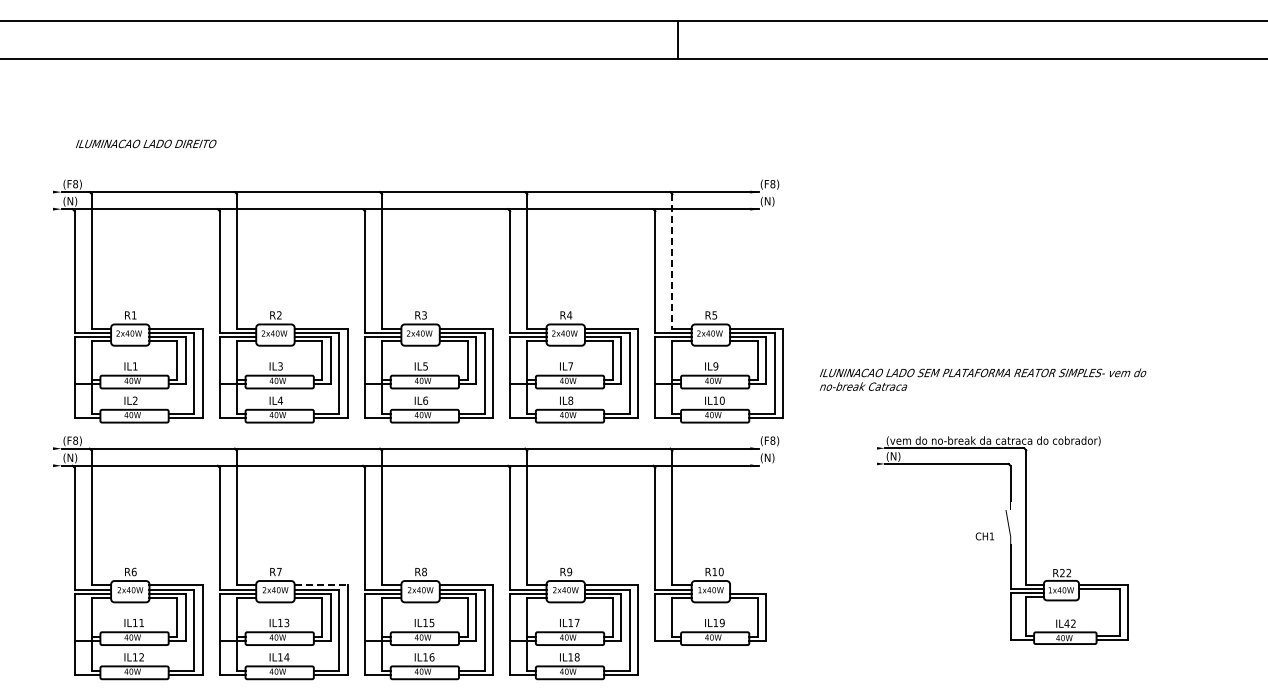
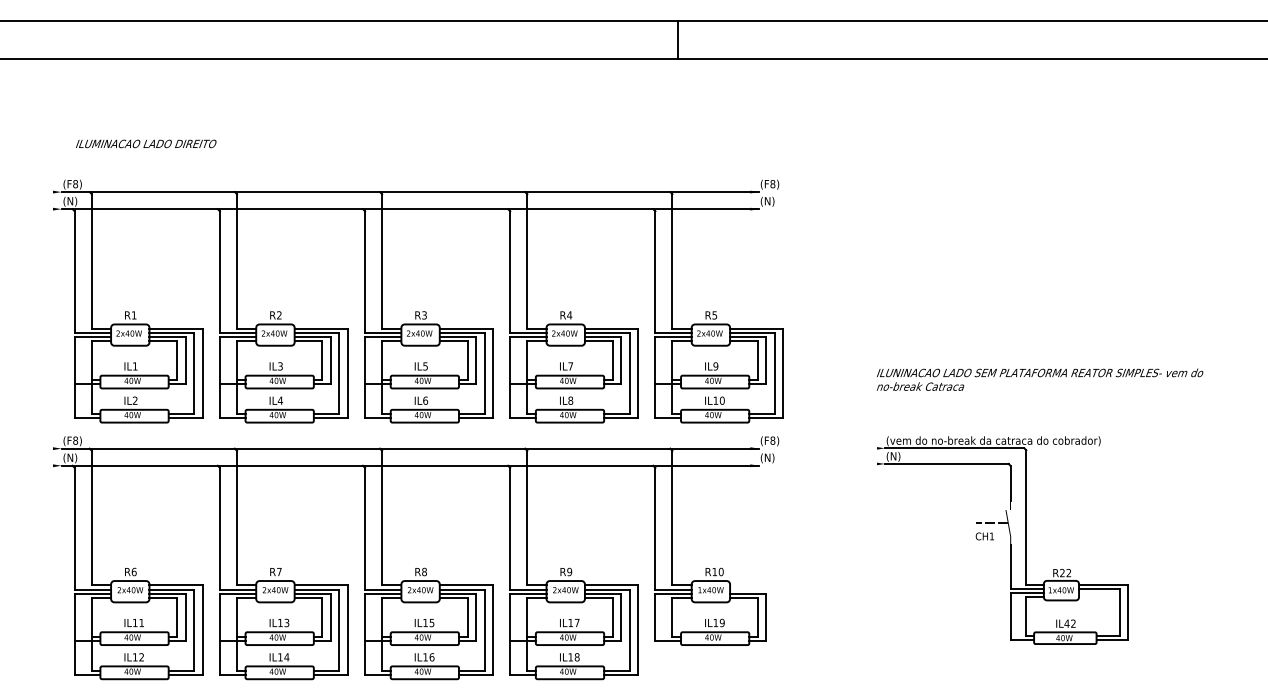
line at (672, 261): dashed -> solid
text at (982, 379) position: (982, 379) -> (1039, 379)
line at (992, 523): none -> present
line at (321, 585): dashed -> solid
